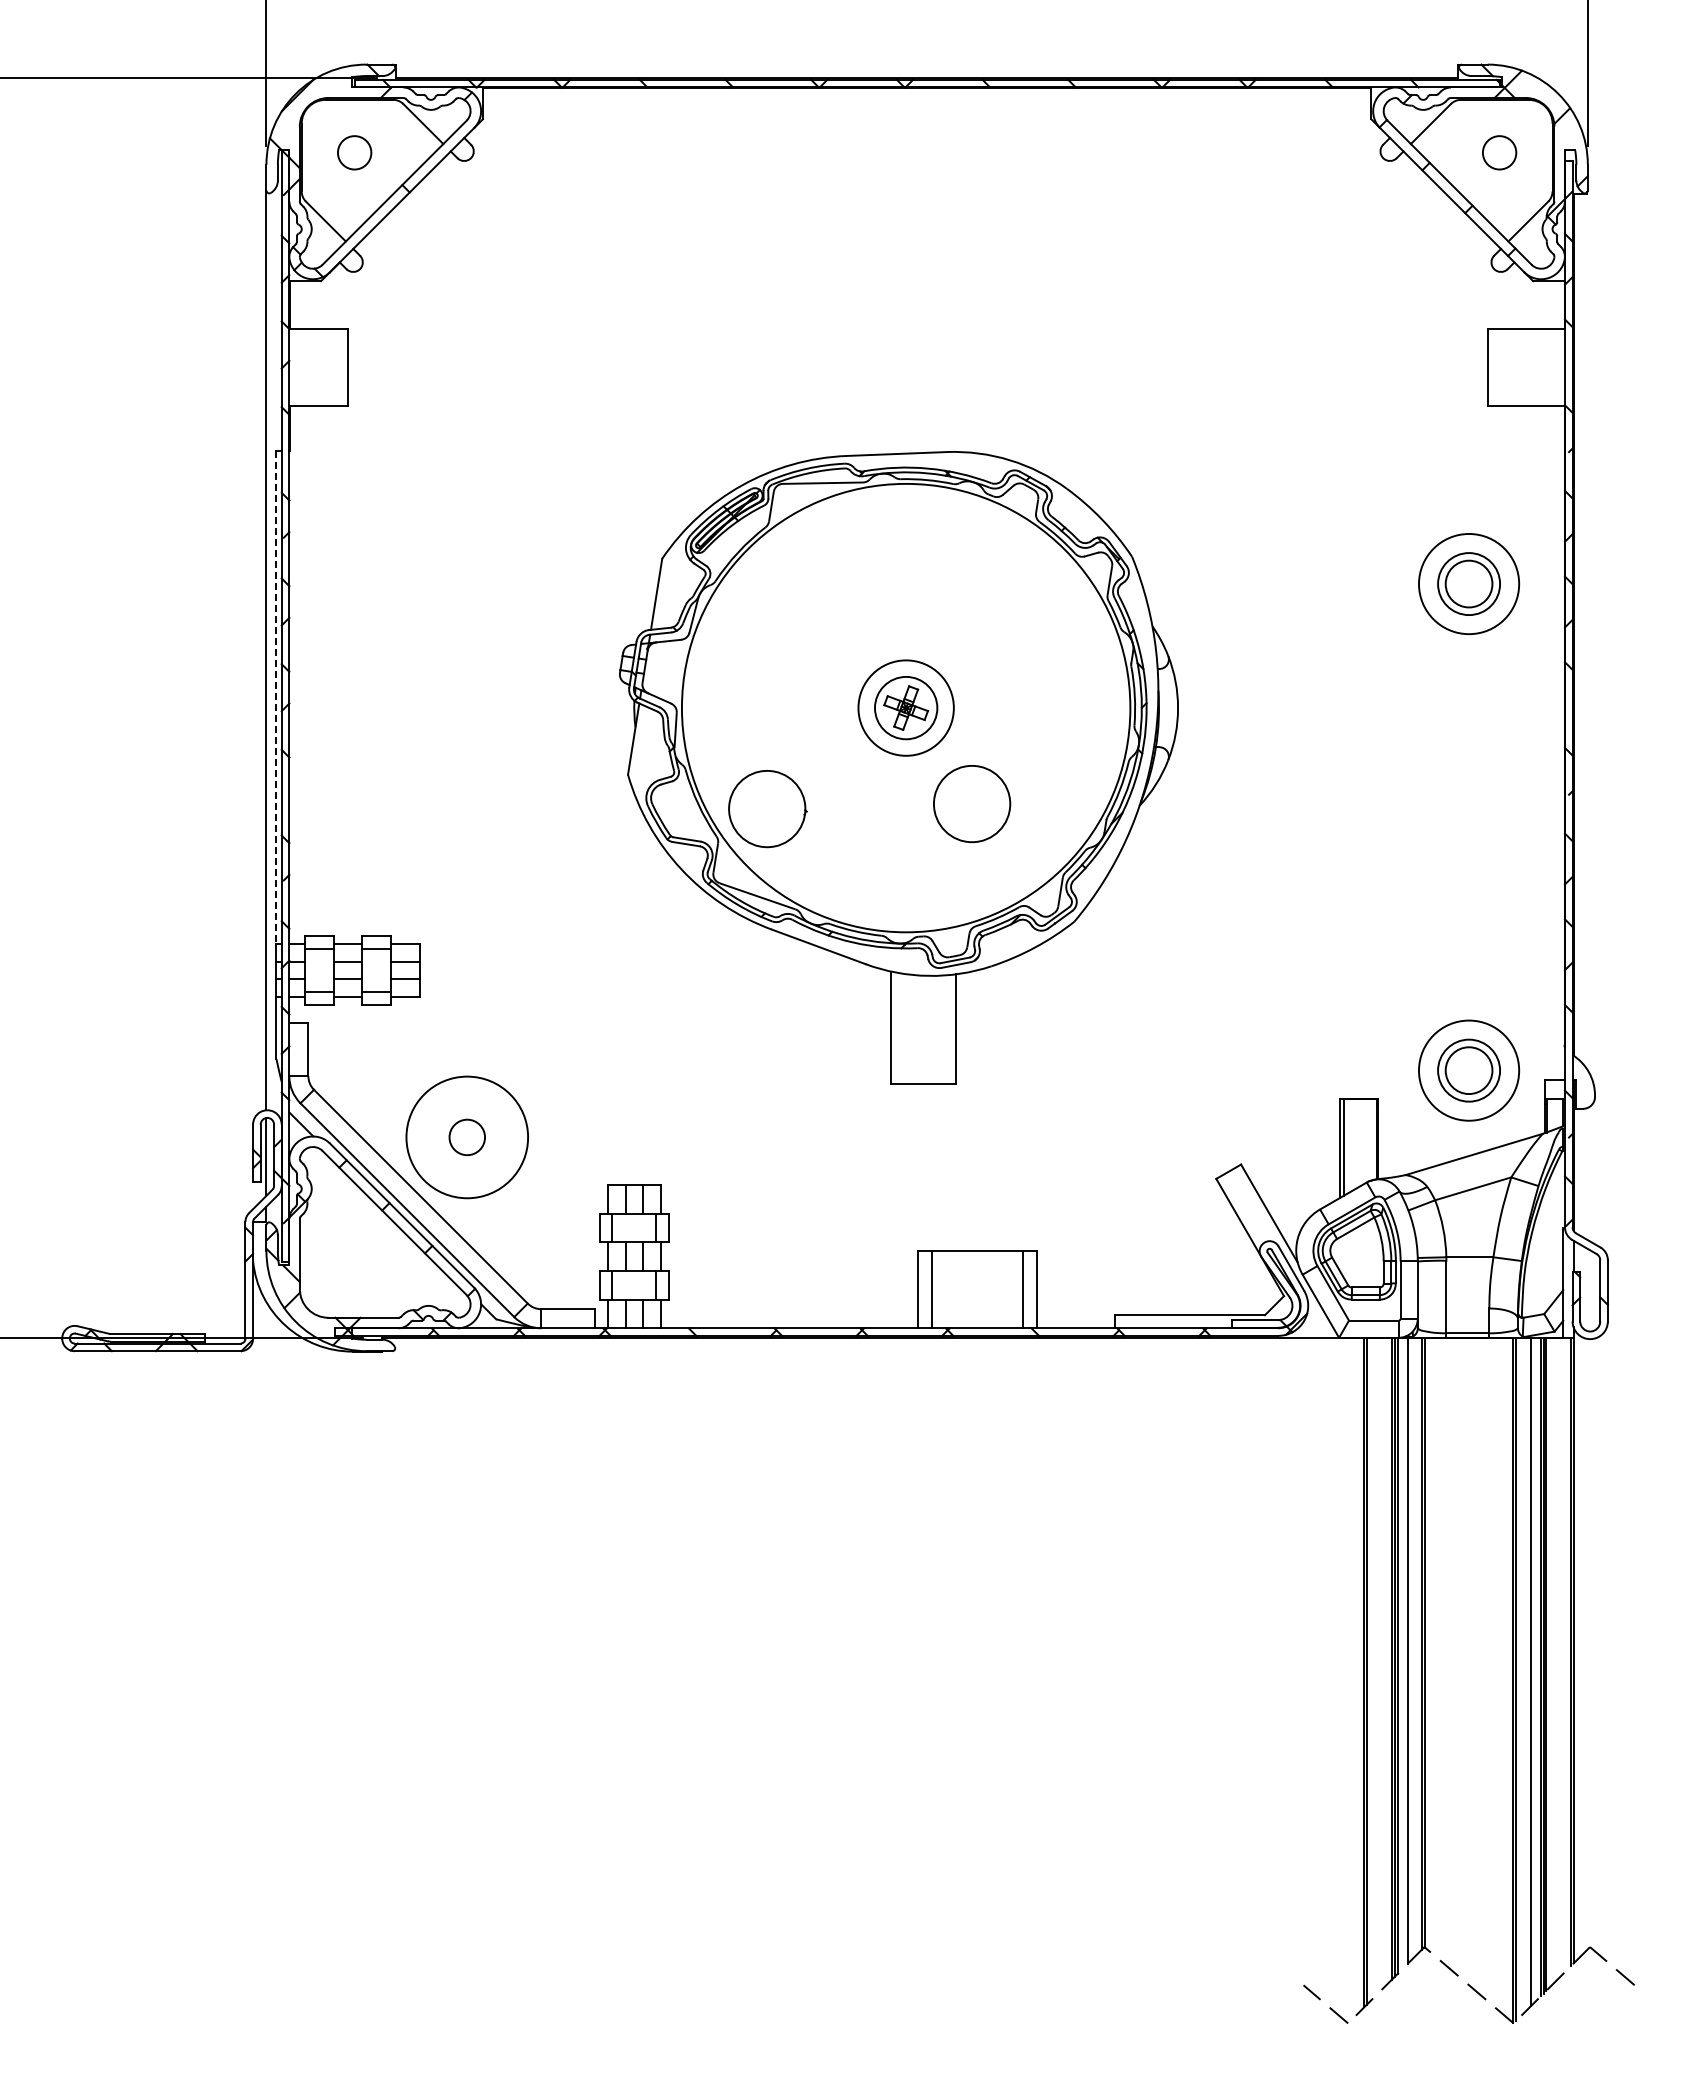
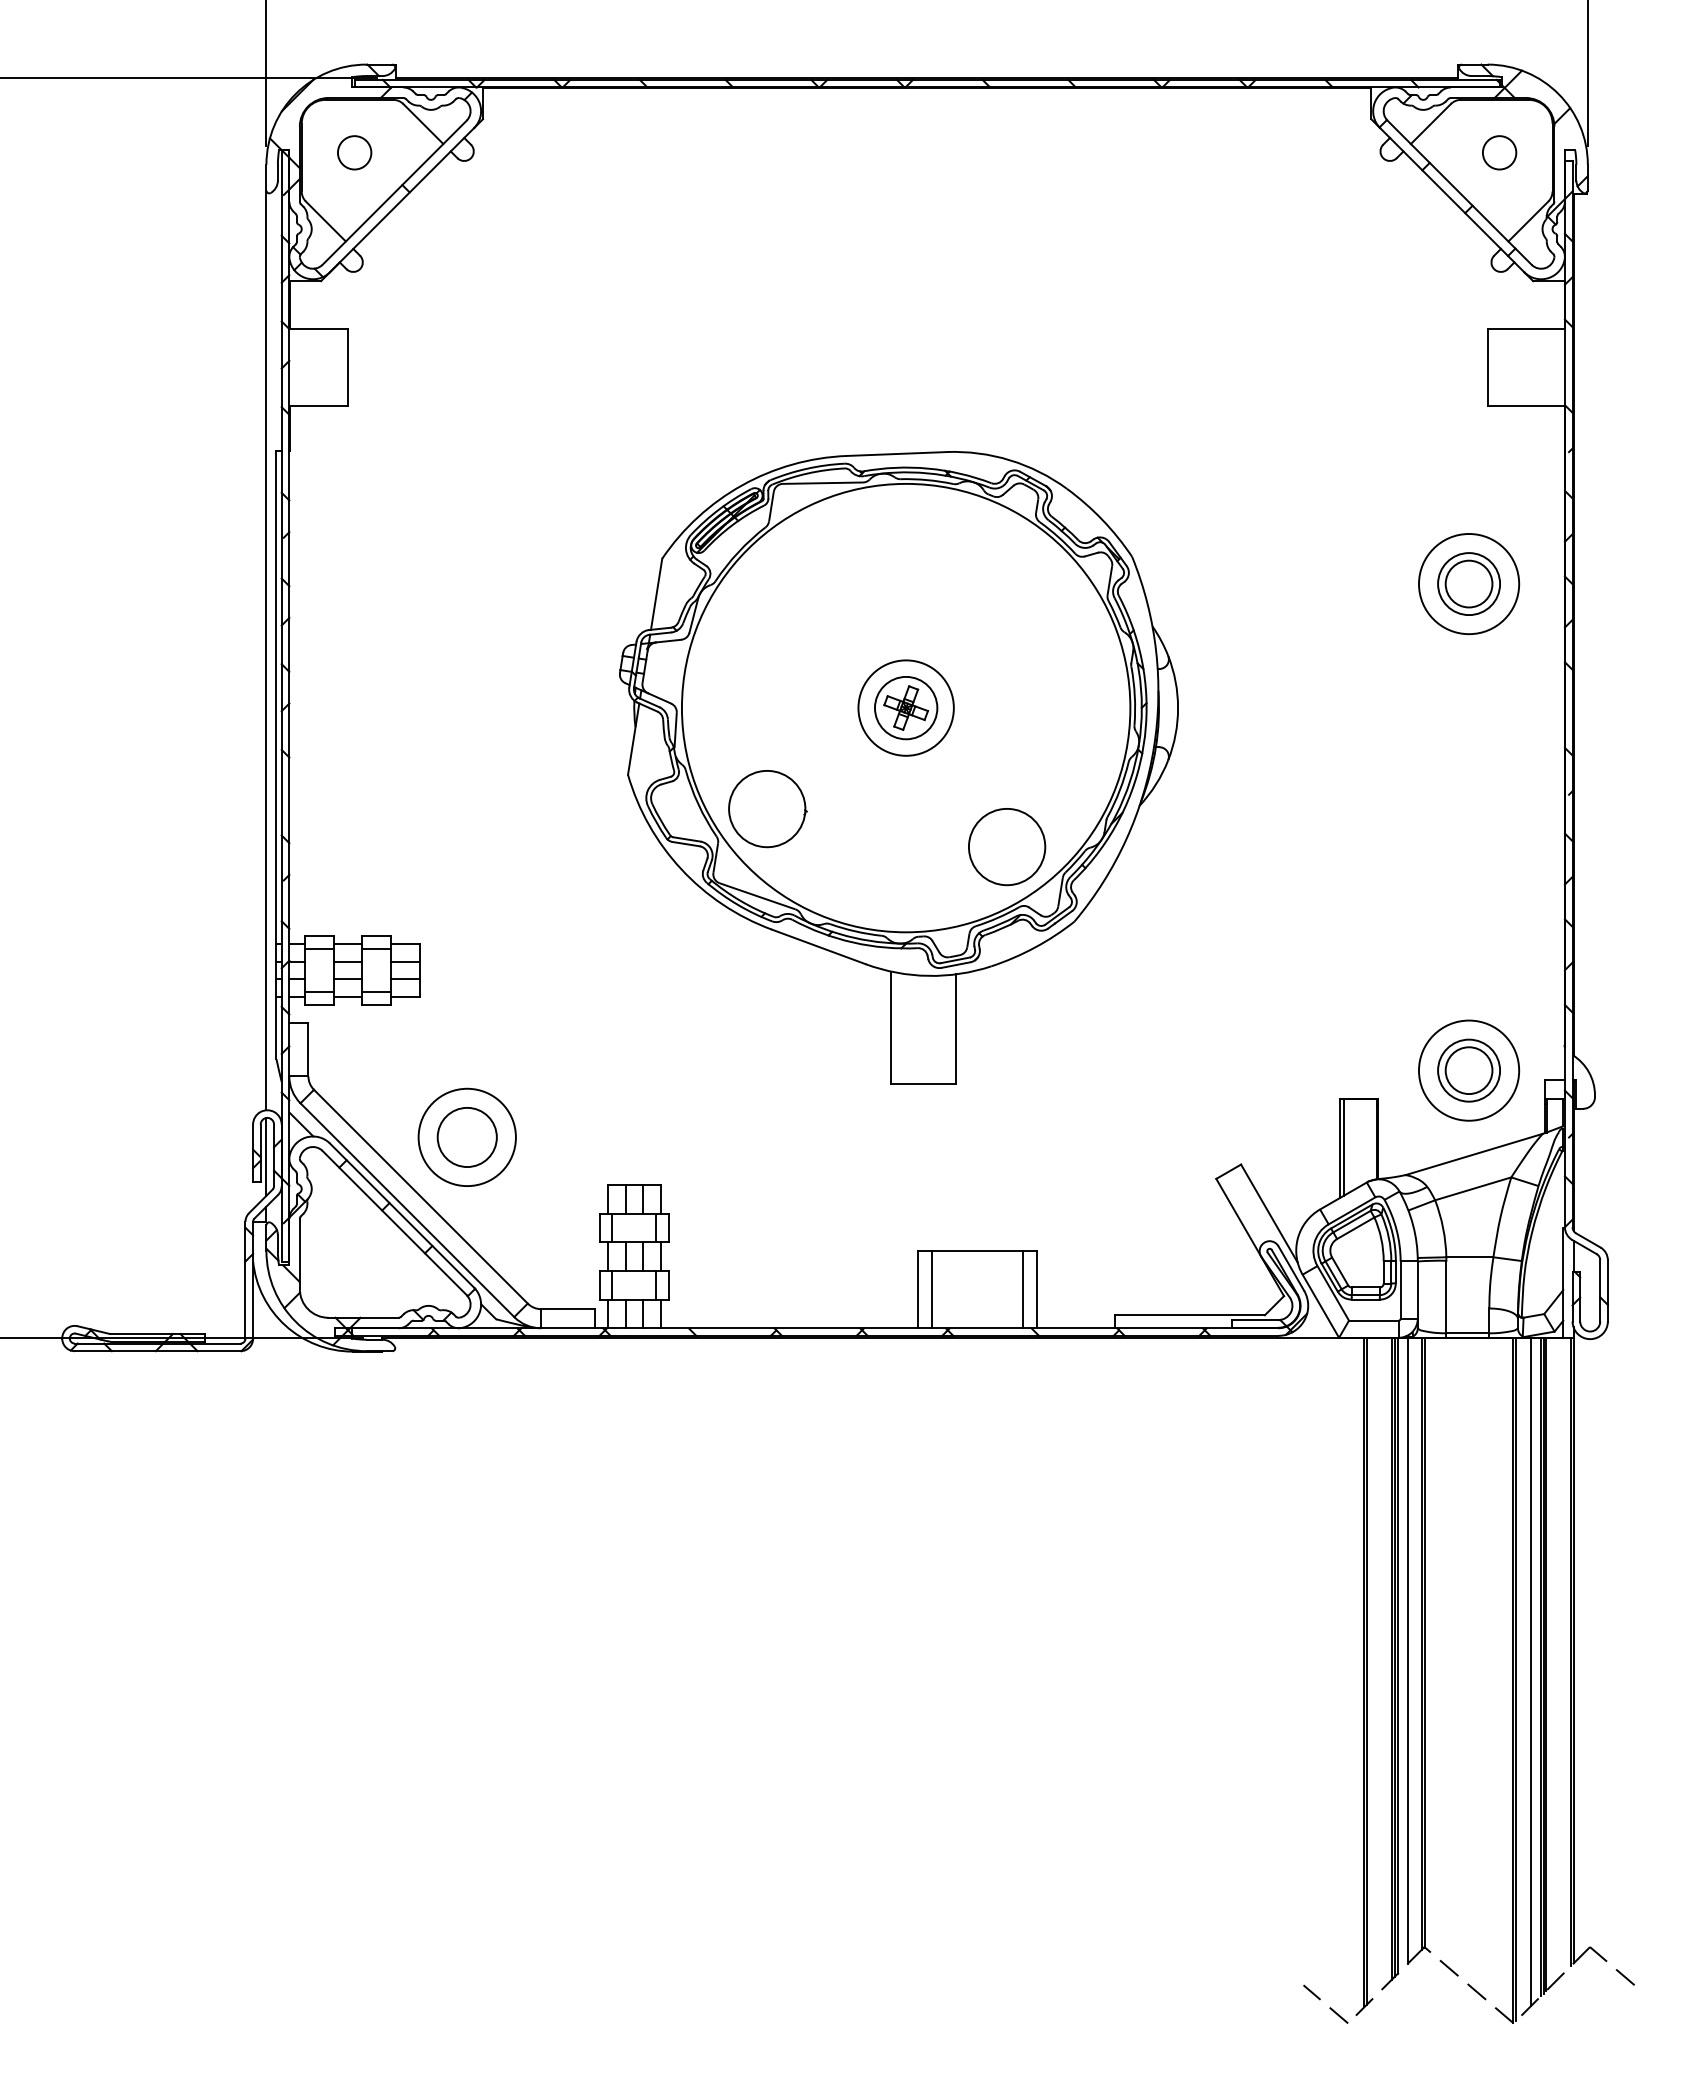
line at (276, 697): dashed -> solid
circle at (972, 804) position: (972, 804) -> (1007, 847)
circle at (467, 1137) diameter: 122 px -> 97 px
circle at (467, 1137) diameter: 35 px -> 59 px
